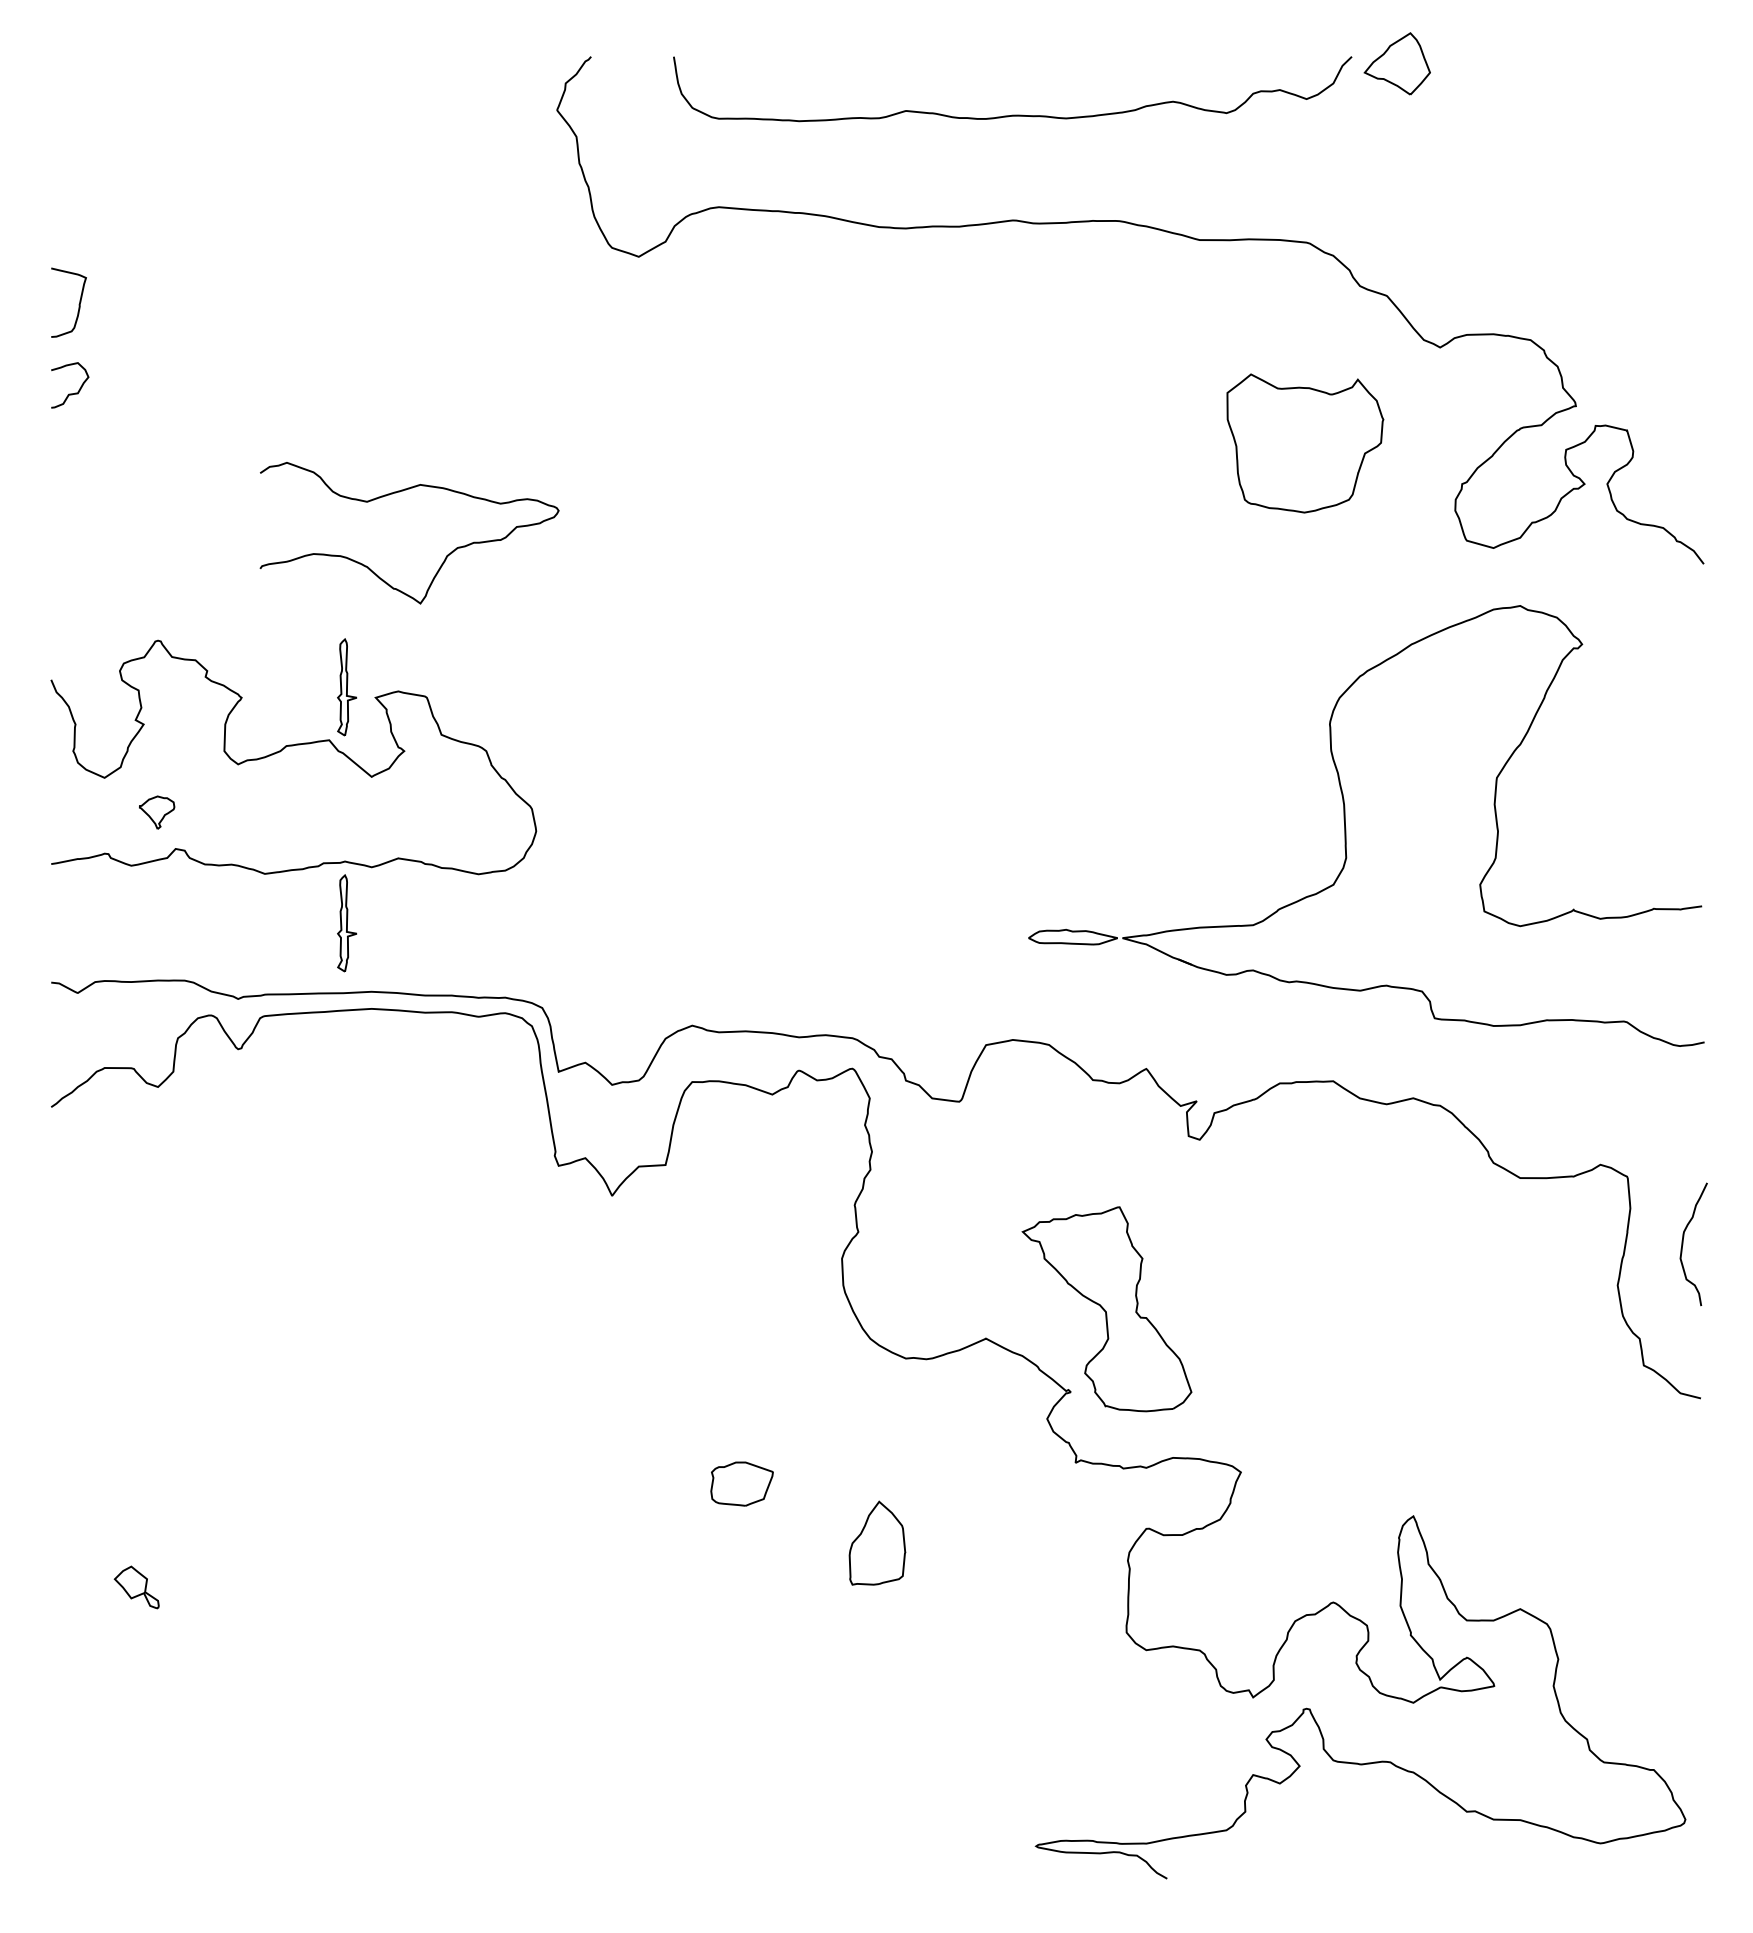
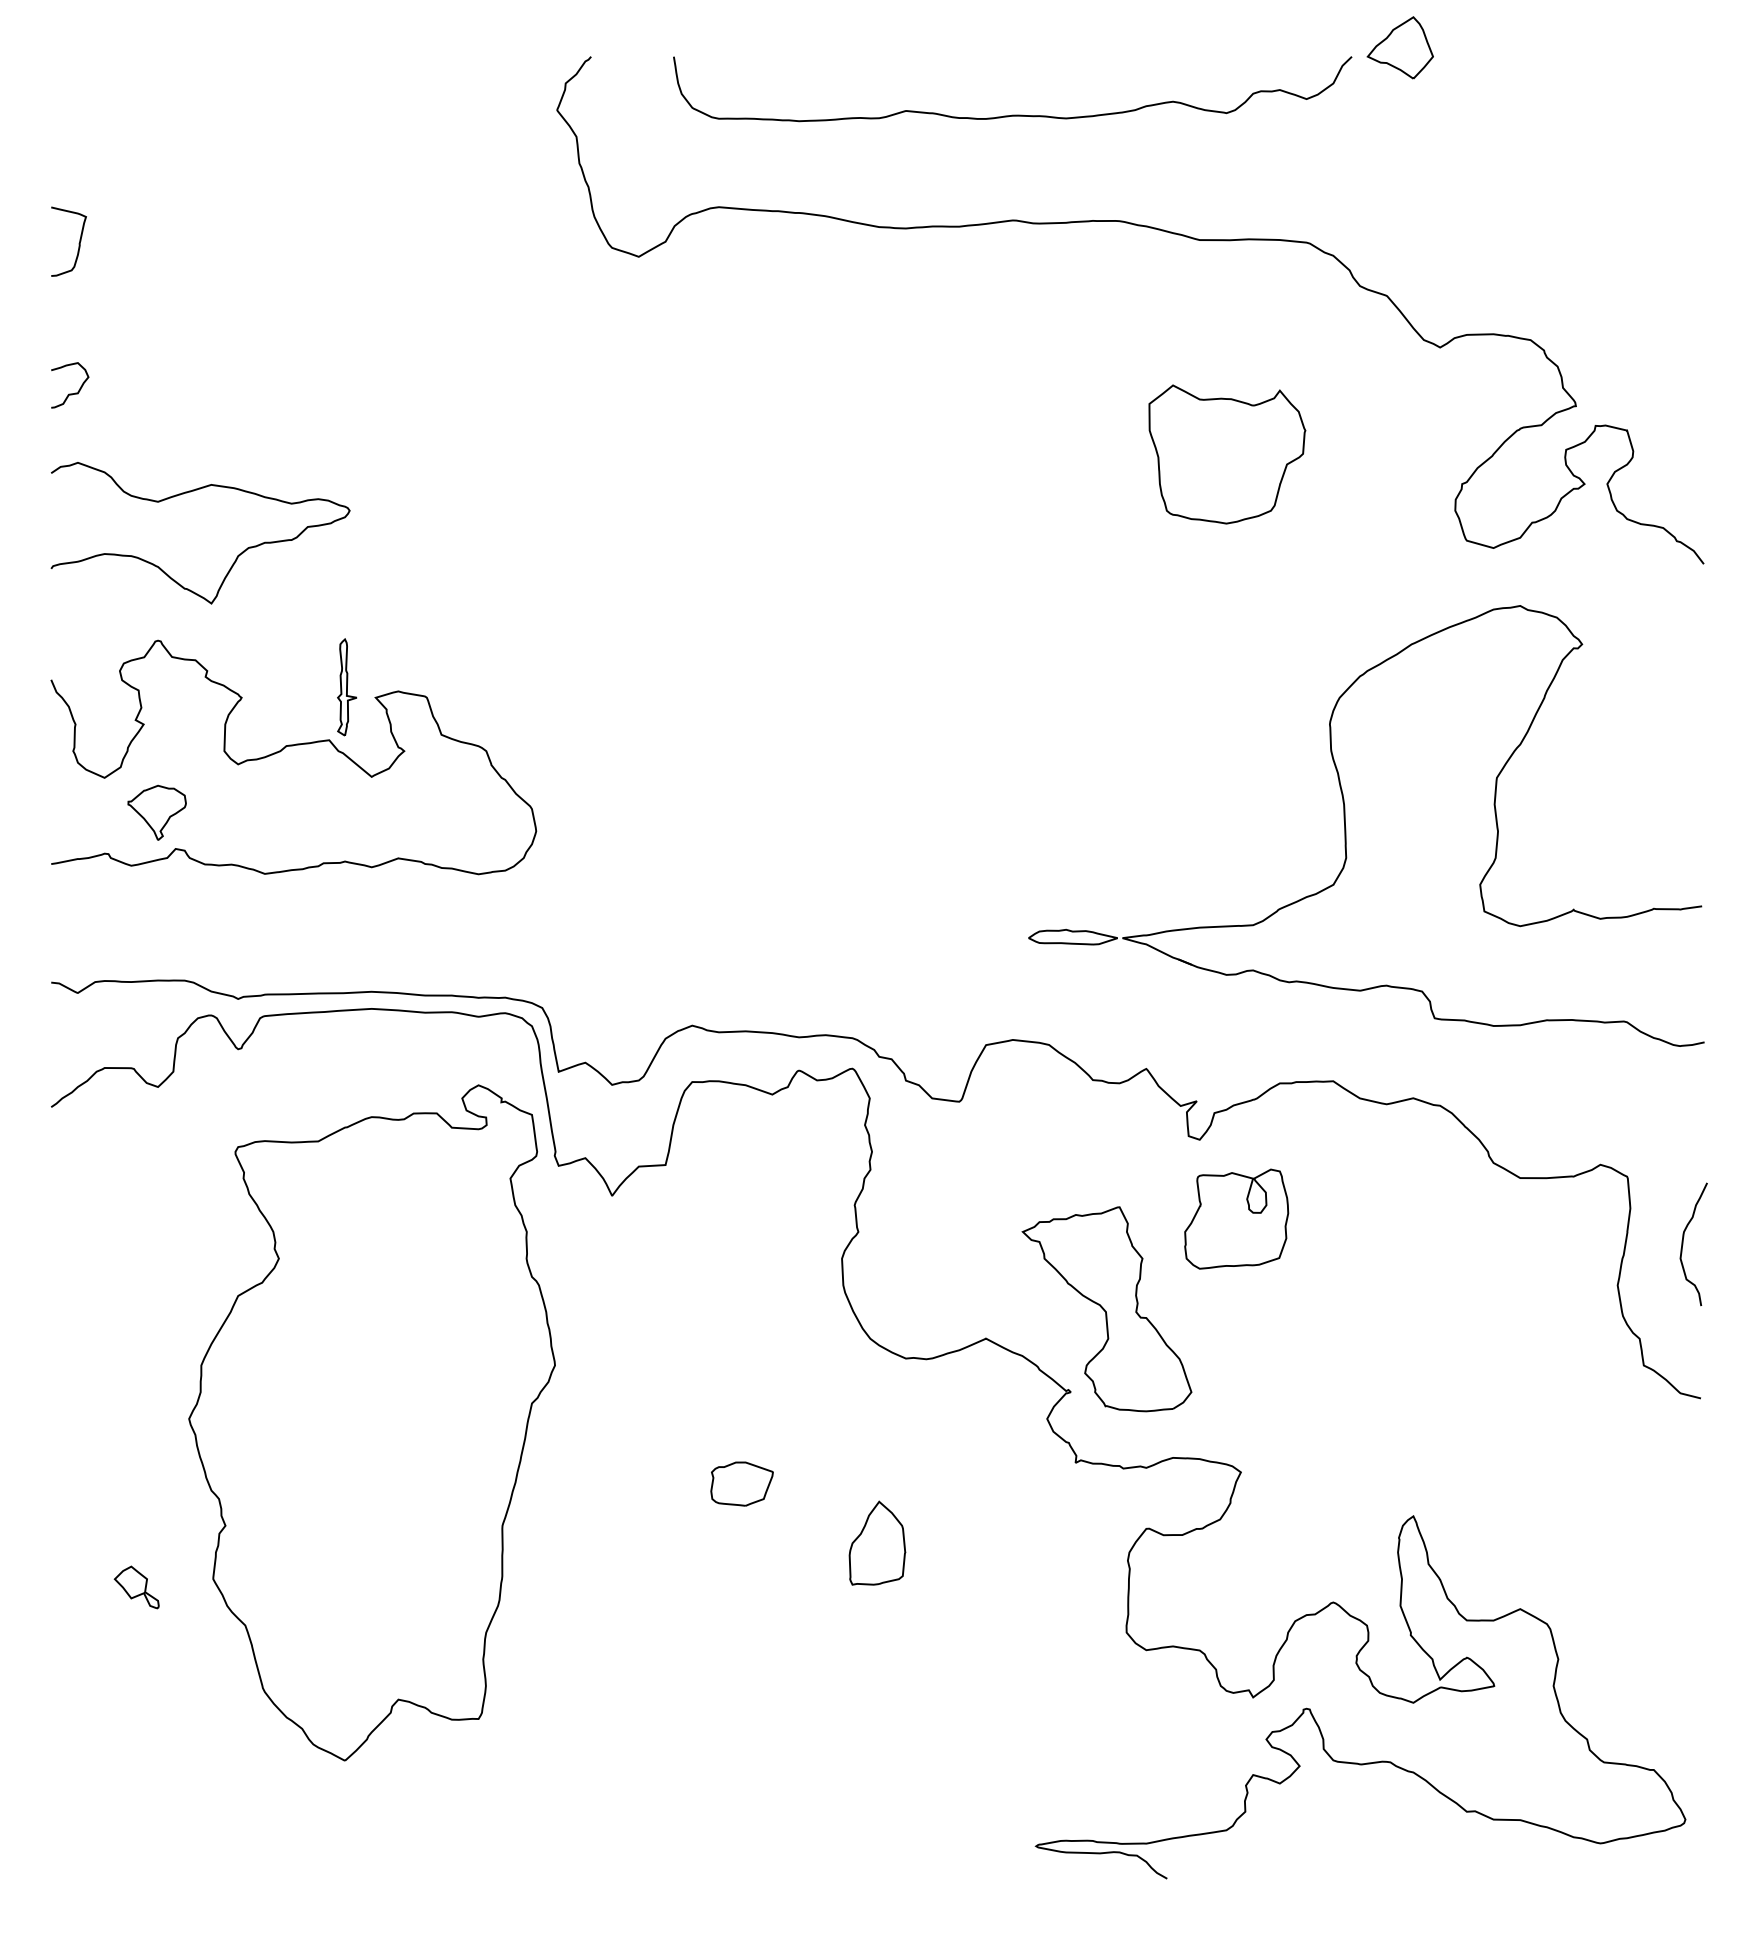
part at (1396, 63) position: (1396, 63) -> (1399, 47)
curve at (78, 304) position: (78, 304) -> (78, 243)
part at (1305, 443) position: (1305, 443) -> (1227, 454)
curve at (396, 493) position: (396, 493) -> (187, 493)
part at (157, 812) size: 37x35 px -> 60x57 px
part at (347, 923): present -> none
part at (1236, 1218): none -> present
part at (371, 1422): none -> present
